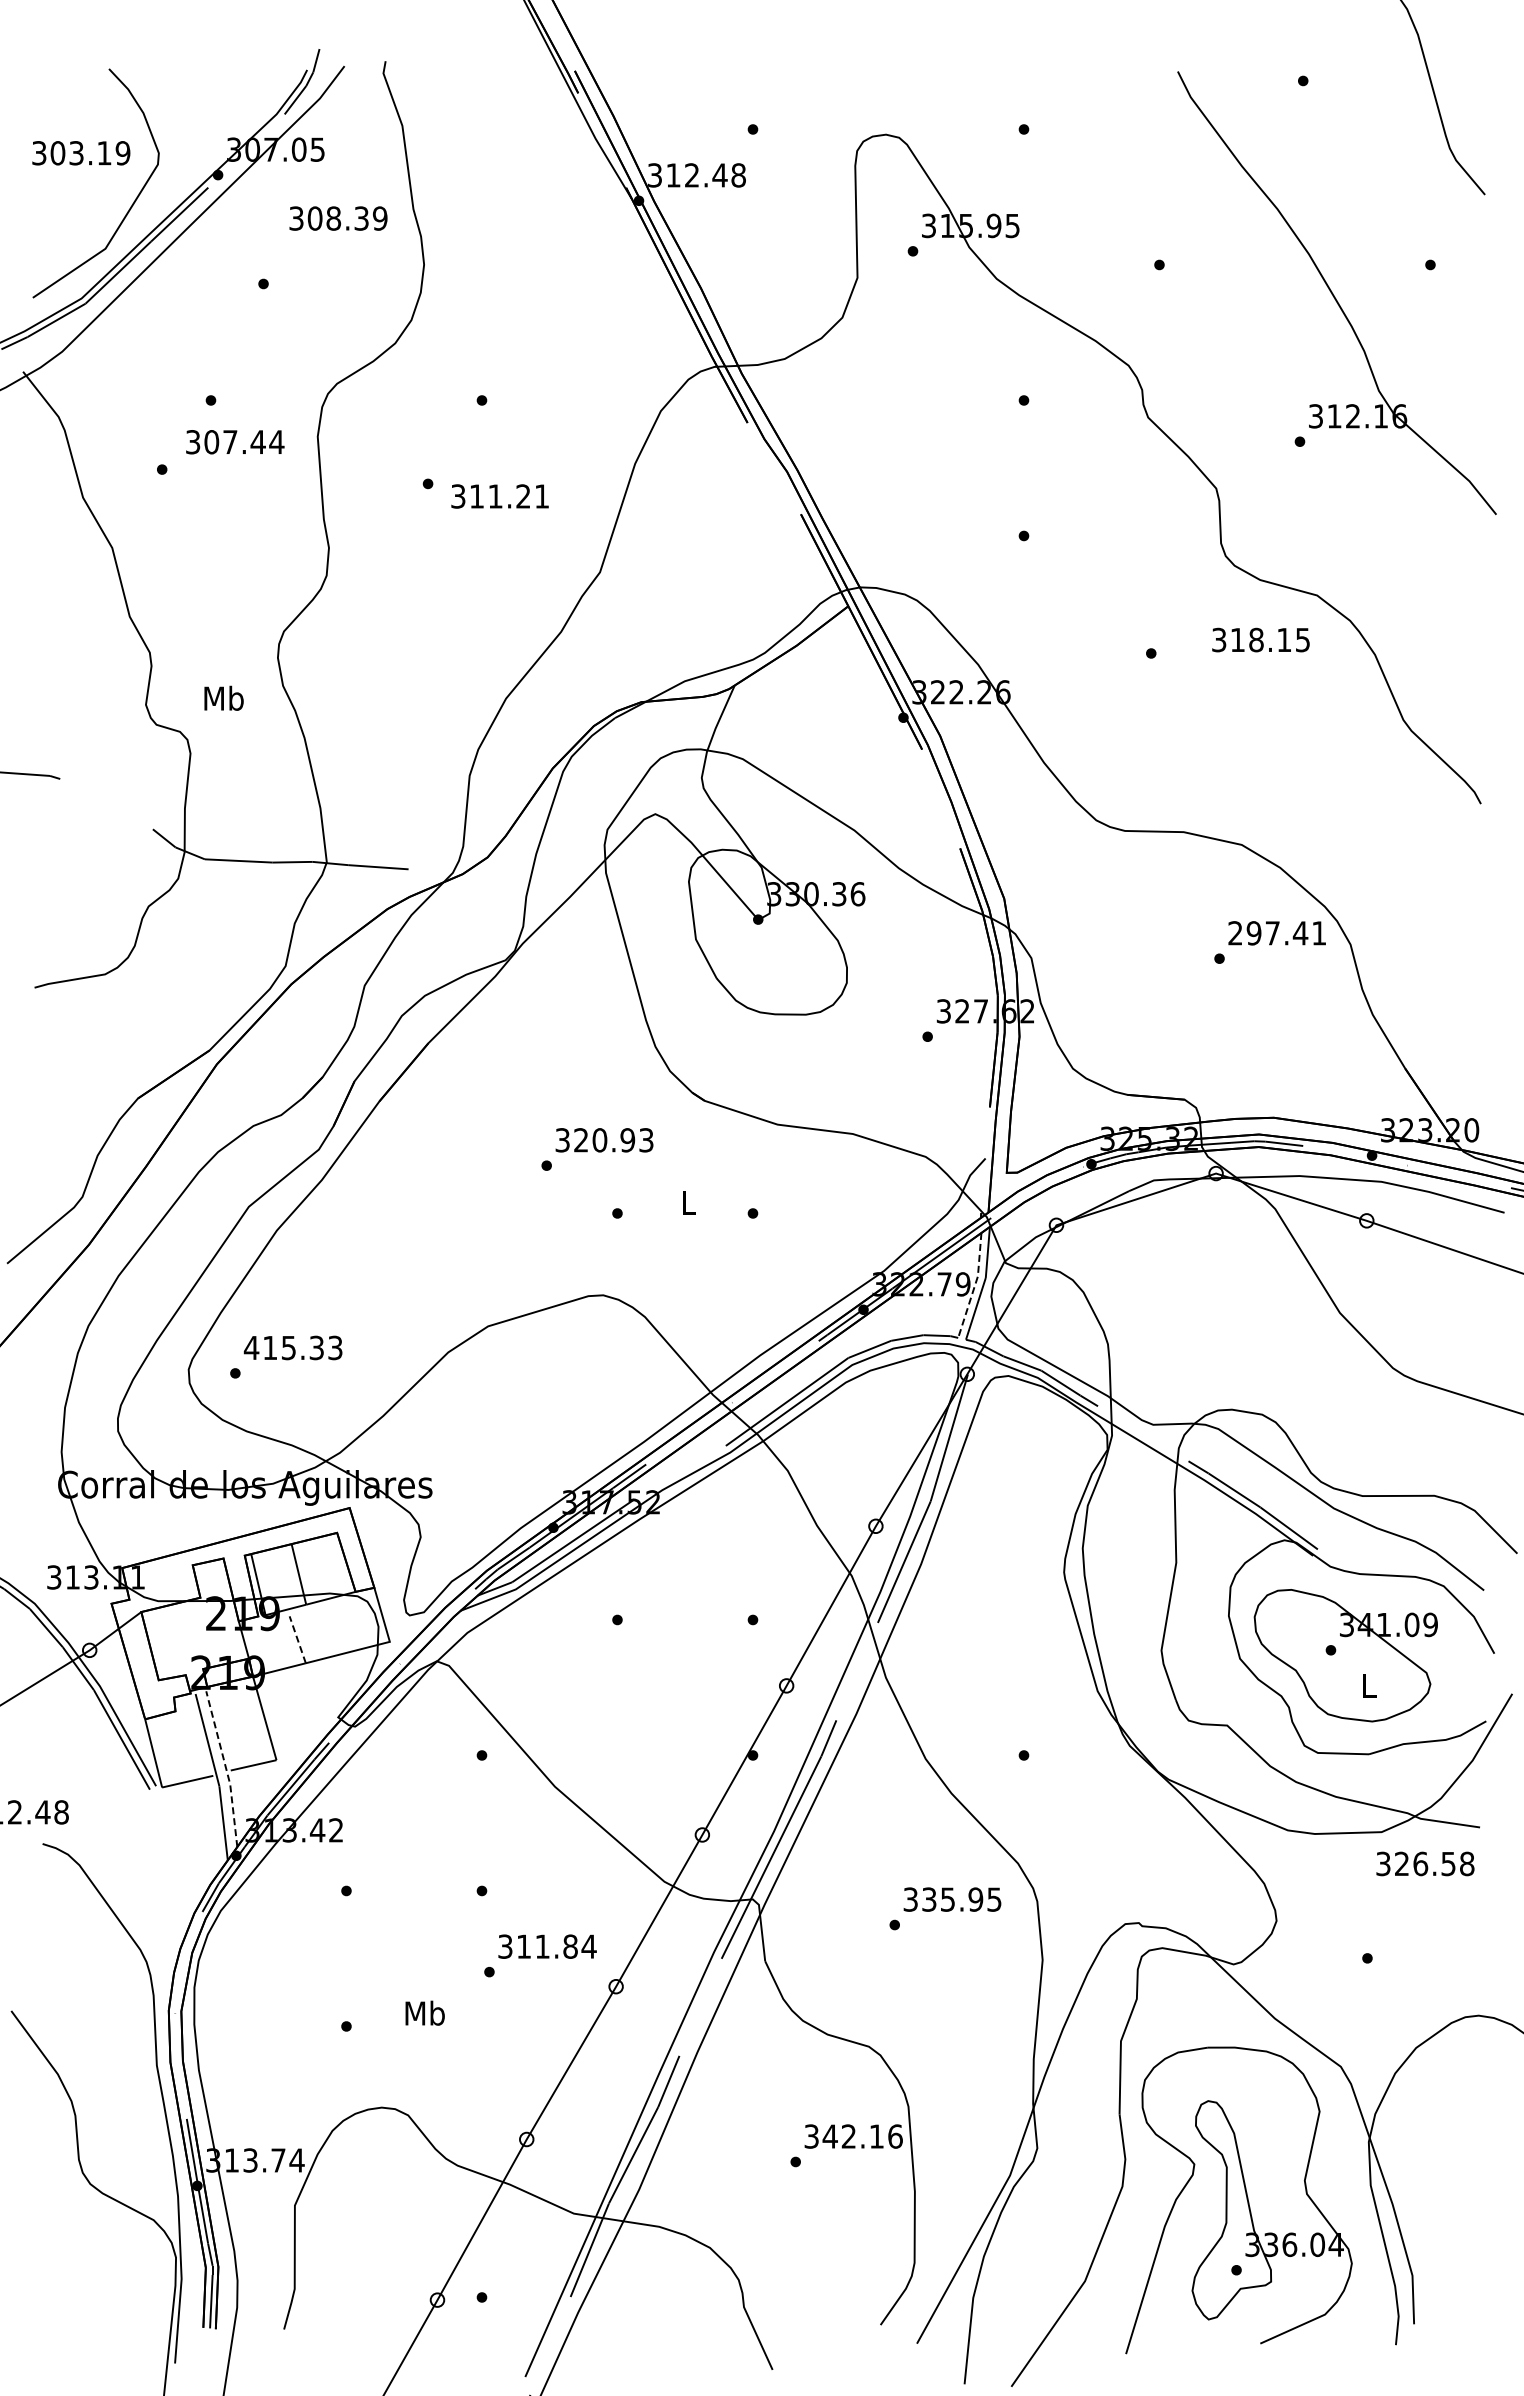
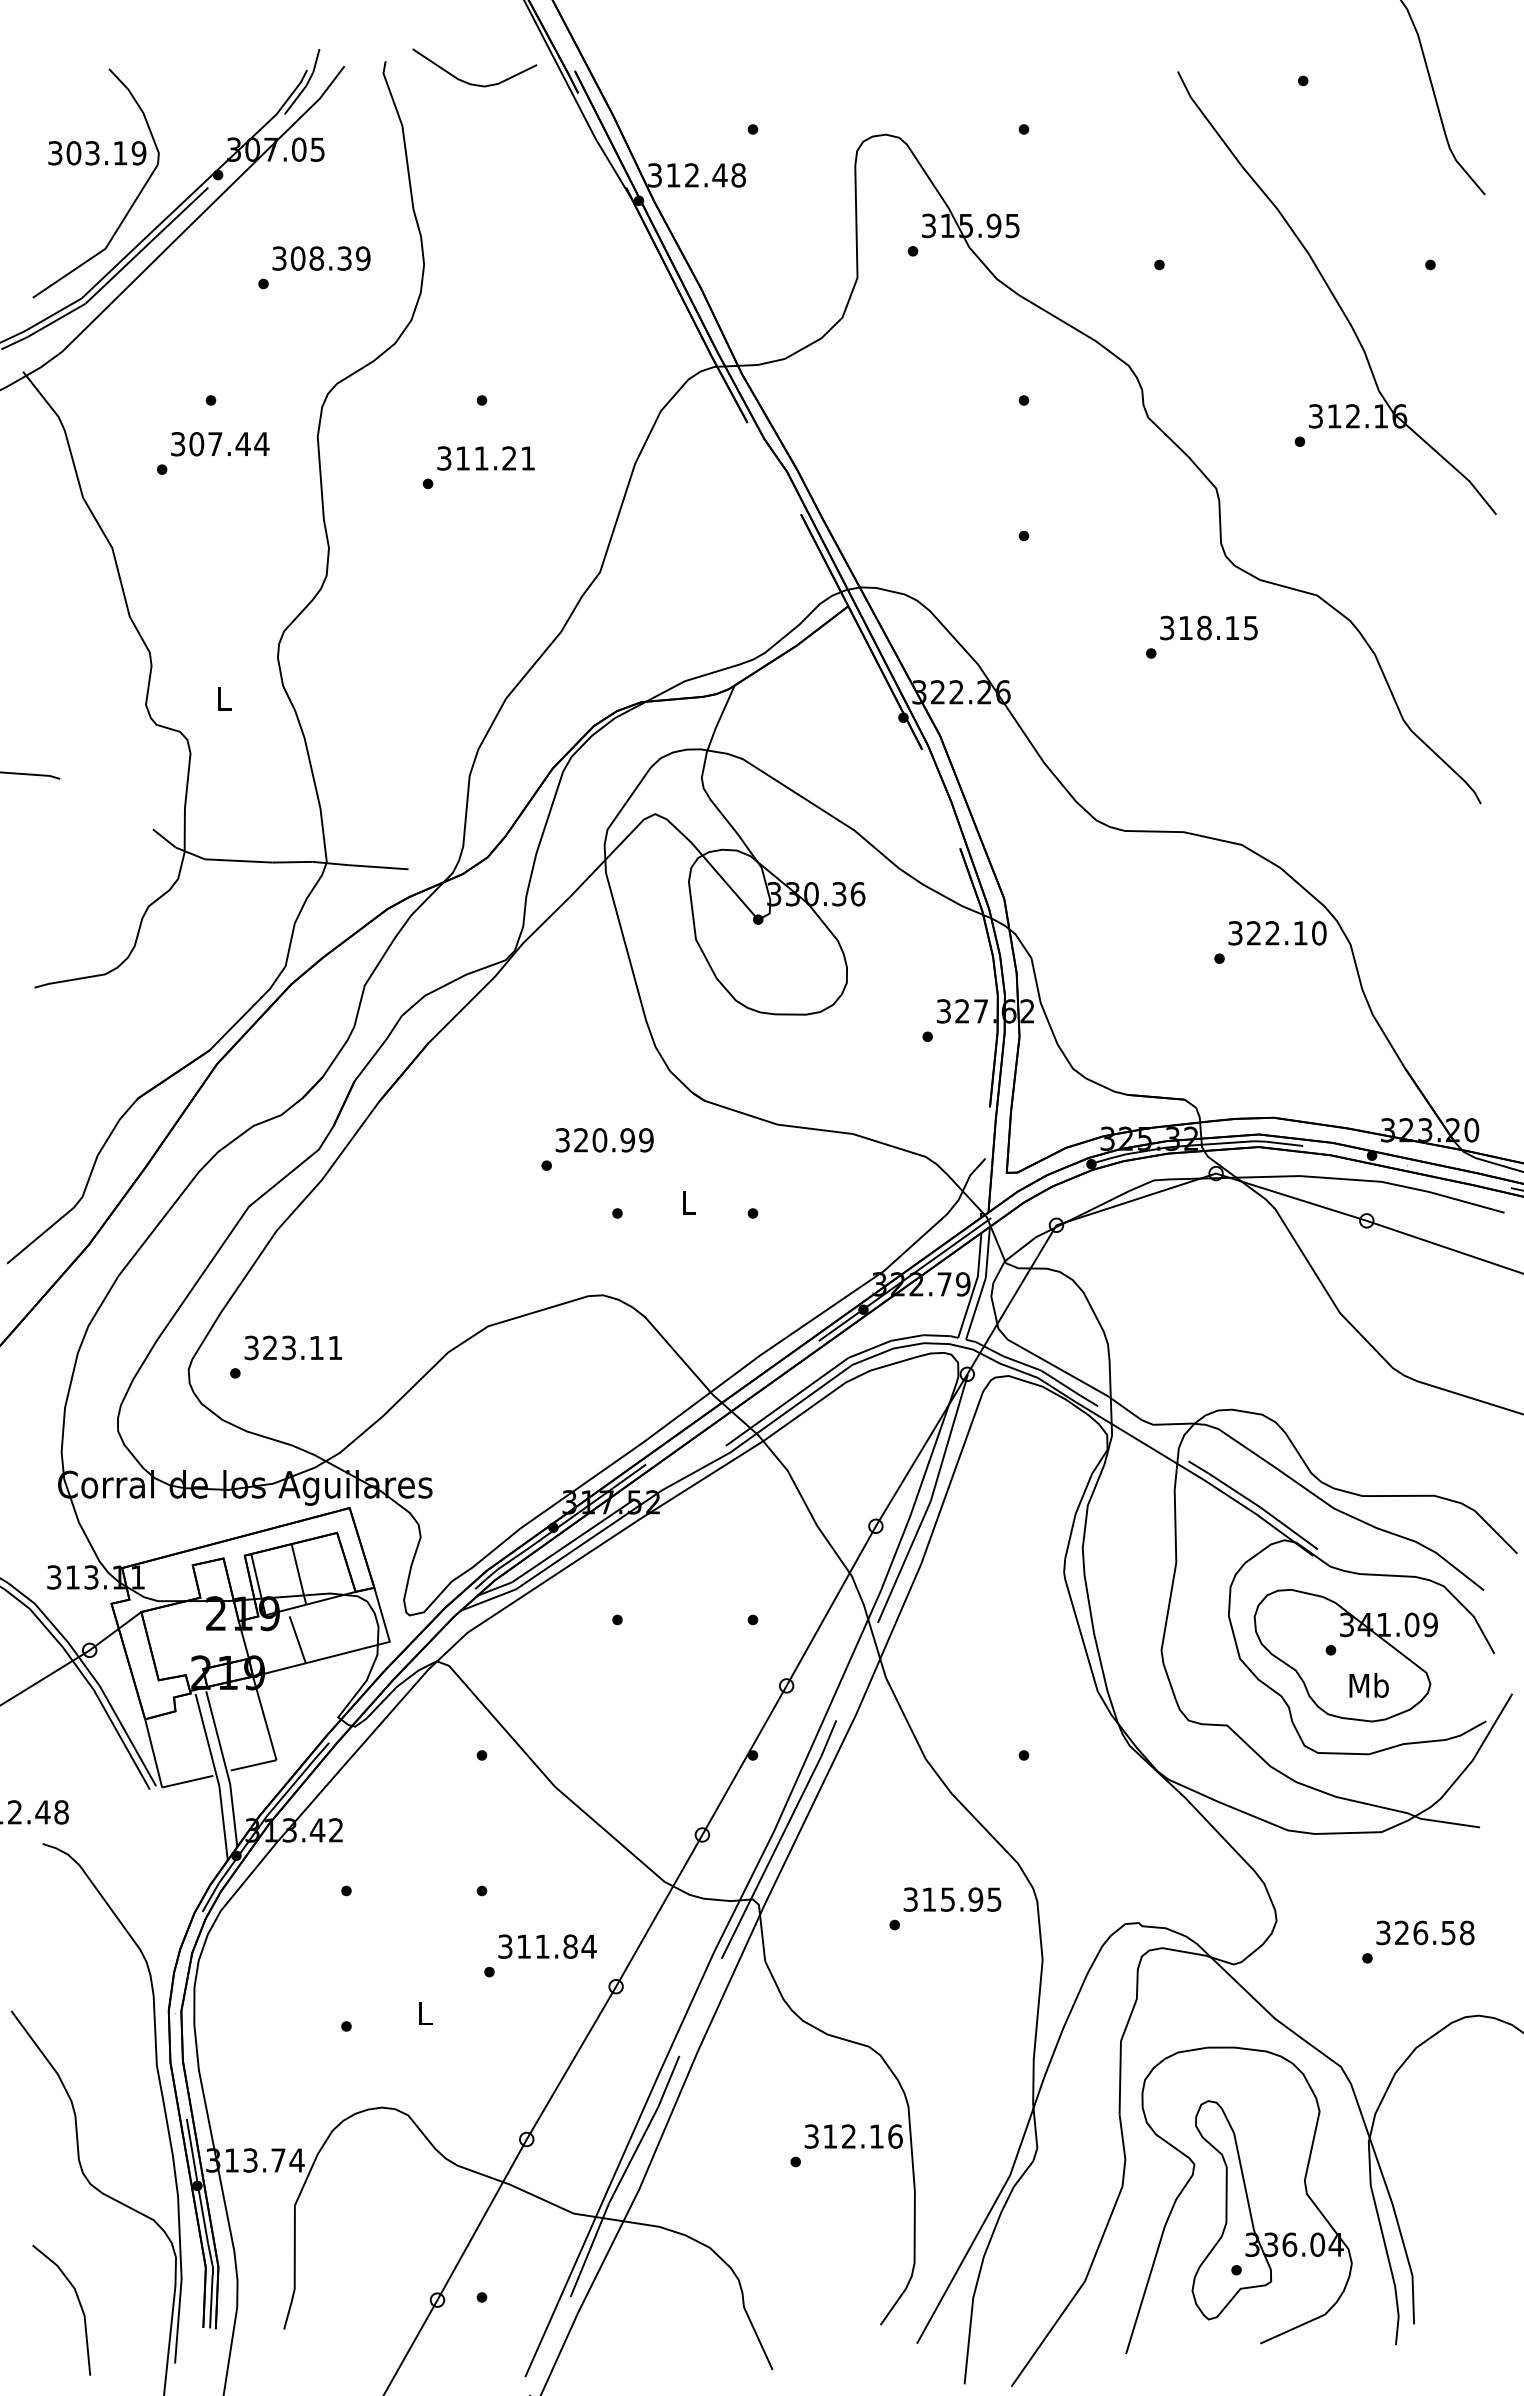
curve at (469, 82): none -> present
text at (81, 153) position: (81, 153) -> (97, 153)
text at (338, 218) position: (338, 218) -> (321, 258)
text at (235, 442) position: (235, 442) -> (220, 444)
text at (499, 496) position: (499, 496) -> (485, 458)
text at (1260, 639) position: (1260, 639) -> (1208, 627)
text at (223, 697): Mb -> L
text at (1277, 933): 297.41 -> 322.10
text at (646, 1140): 320.93 -> 320.99
line at (974, 1285): dashed -> solid
text at (292, 1347): 415.33 -> 323.11
line at (297, 1639): dashed -> solid
text at (1368, 1685): L -> Mb
line at (226, 1768): dashed -> solid
text at (1425, 1863) position: (1425, 1863) -> (1425, 1932)
text at (929, 1899): 335.95 -> 315.95
text at (424, 2012): Mb -> L
text at (829, 2136): 342.16 -> 312.16
line at (79, 2305): none -> present
